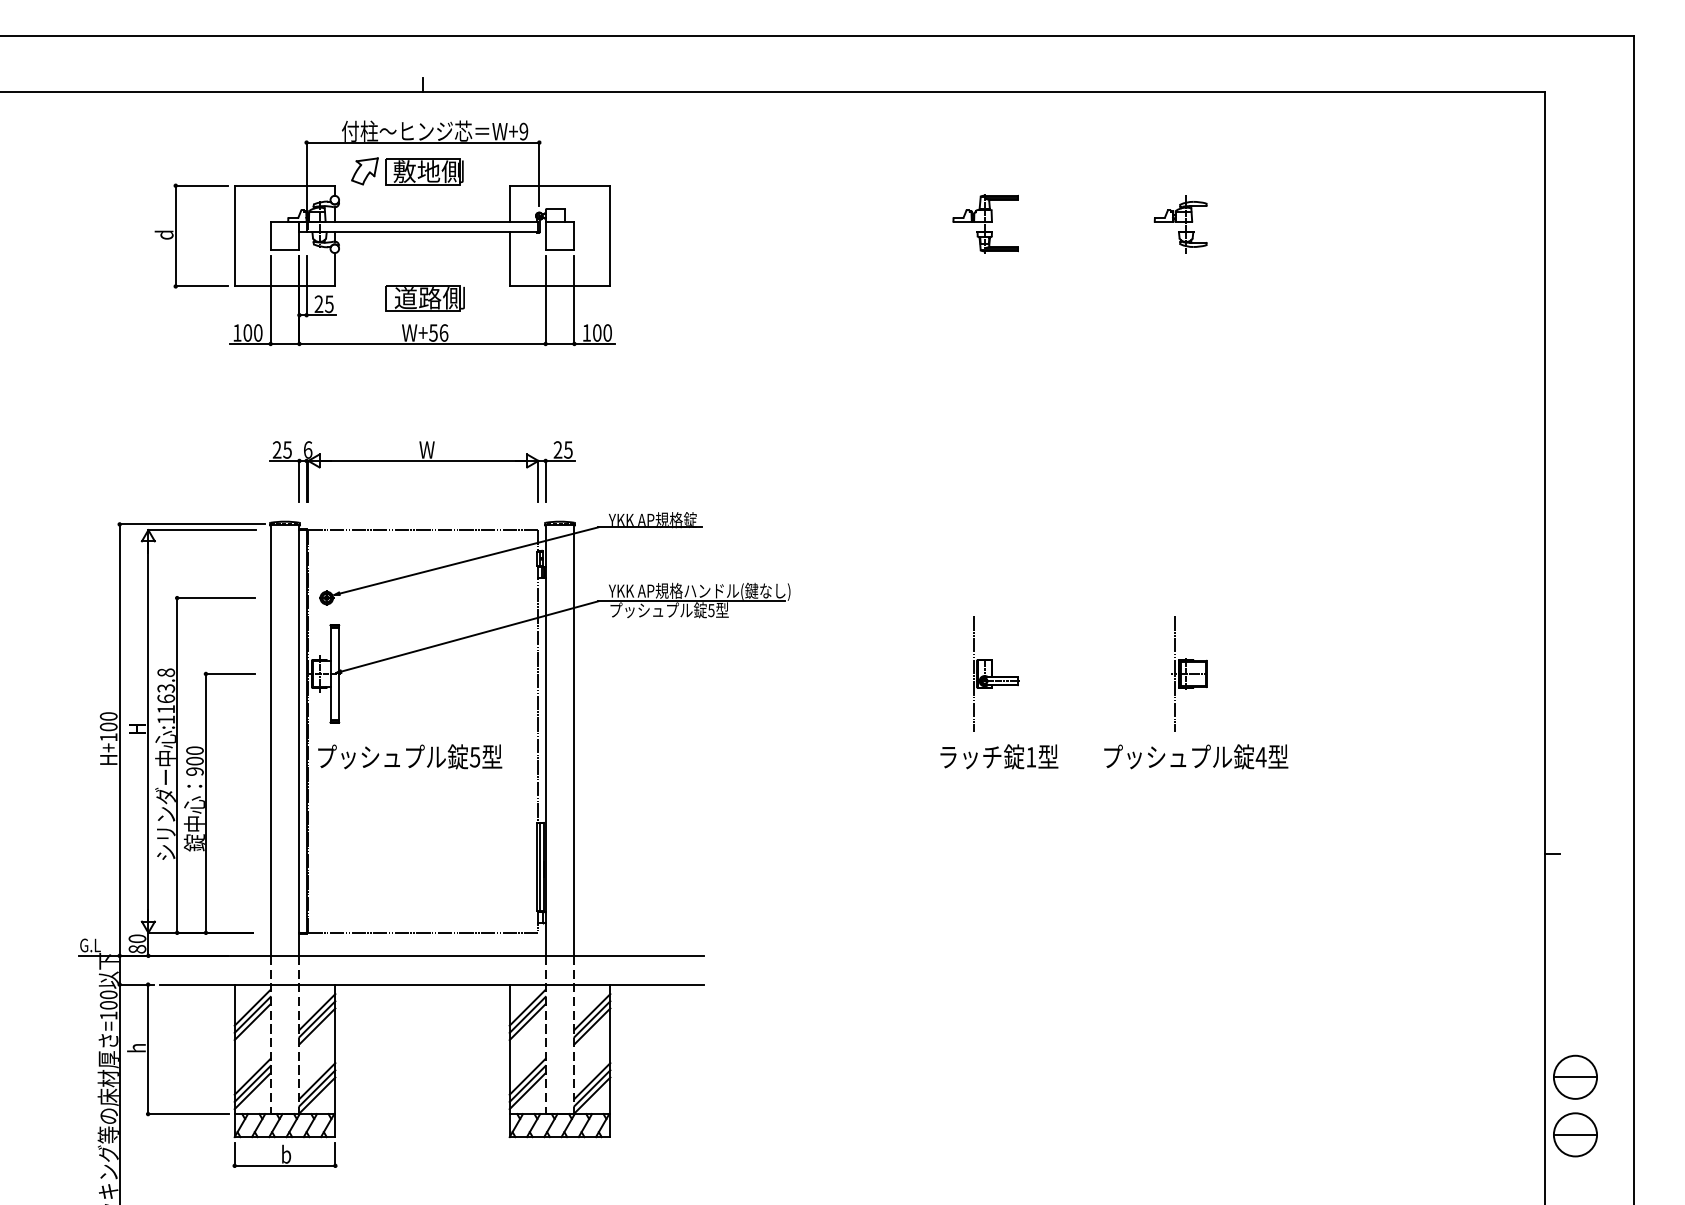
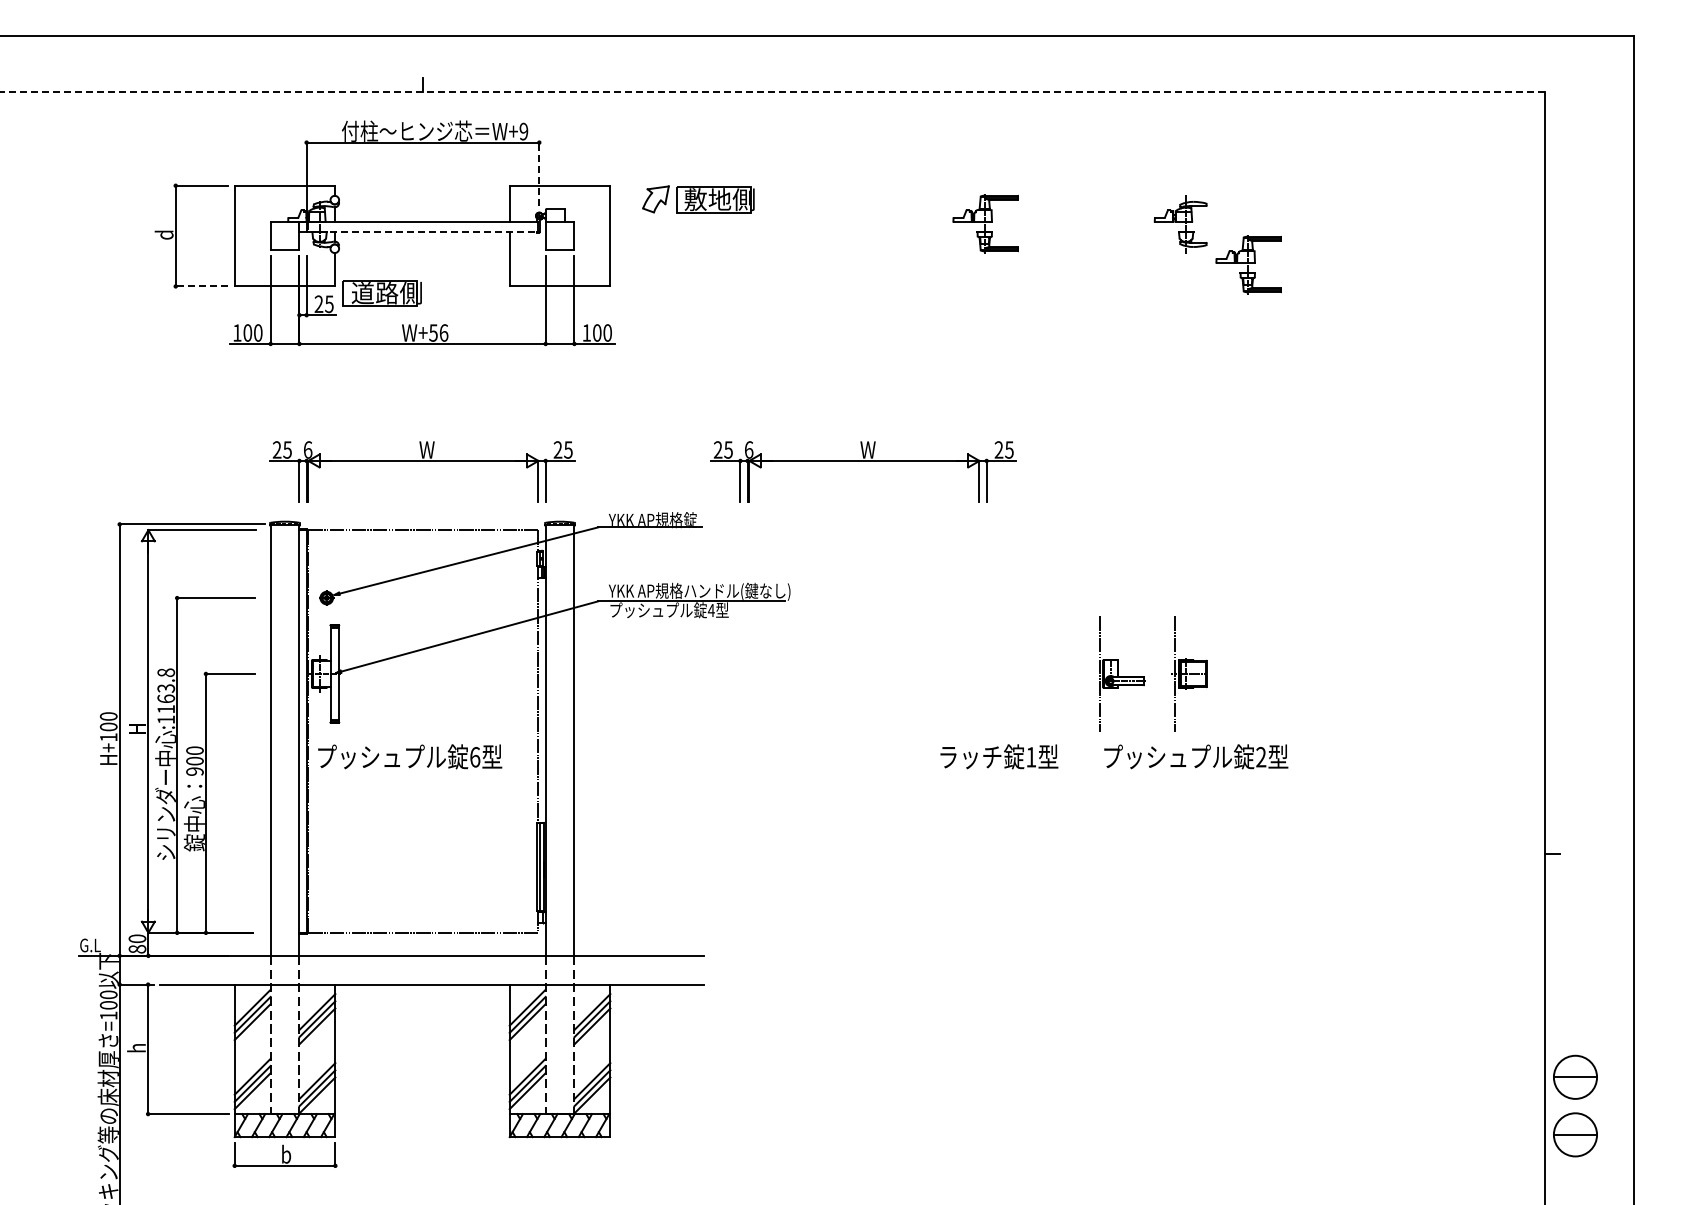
line at (772, 92): solid -> dashed
part at (407, 171) position: (407, 171) -> (698, 199)
line at (539, 174): solid -> dashed
line at (423, 231): solid -> dashed
part at (1248, 264): none -> present
line at (201, 286): solid -> dashed
part at (424, 298) position: (424, 298) -> (381, 293)
part at (863, 461): none -> present
text at (710, 610): 5 -> 4
part at (996, 673) position: (996, 673) -> (1122, 673)
text at (475, 756): 5 -> 6
text at (1260, 756): 4 -> 2
